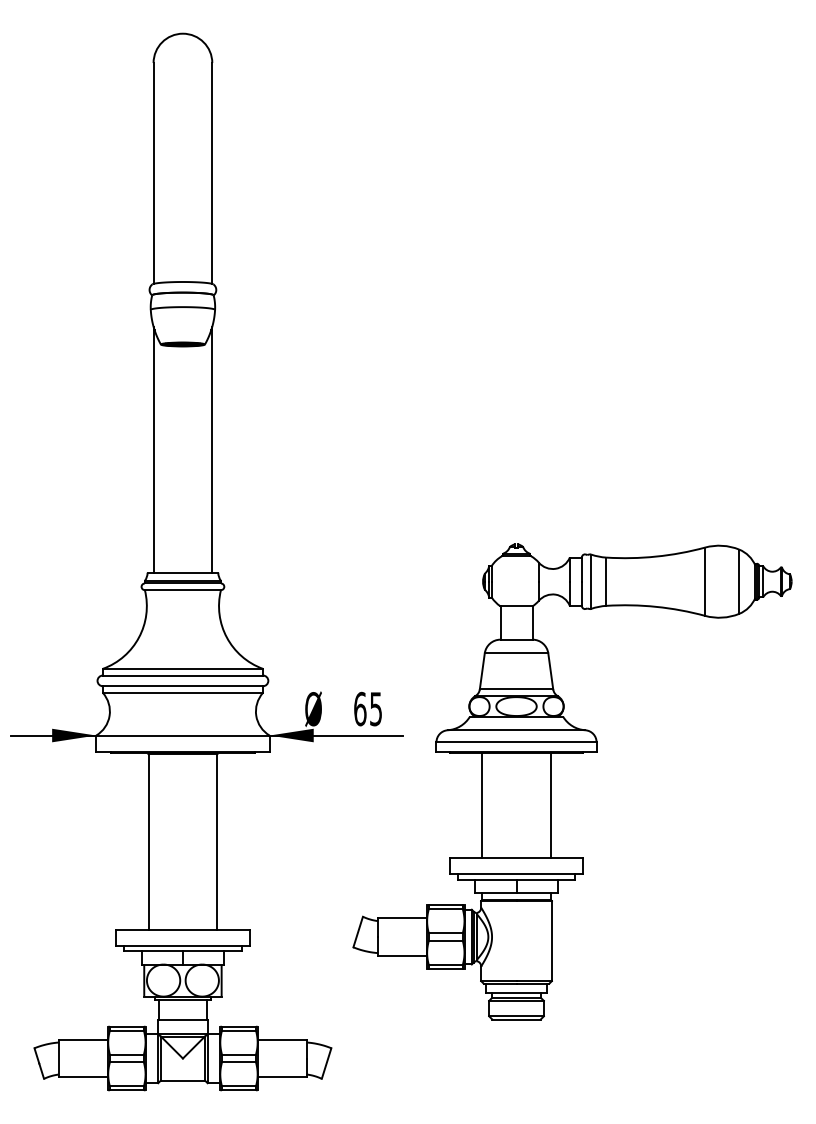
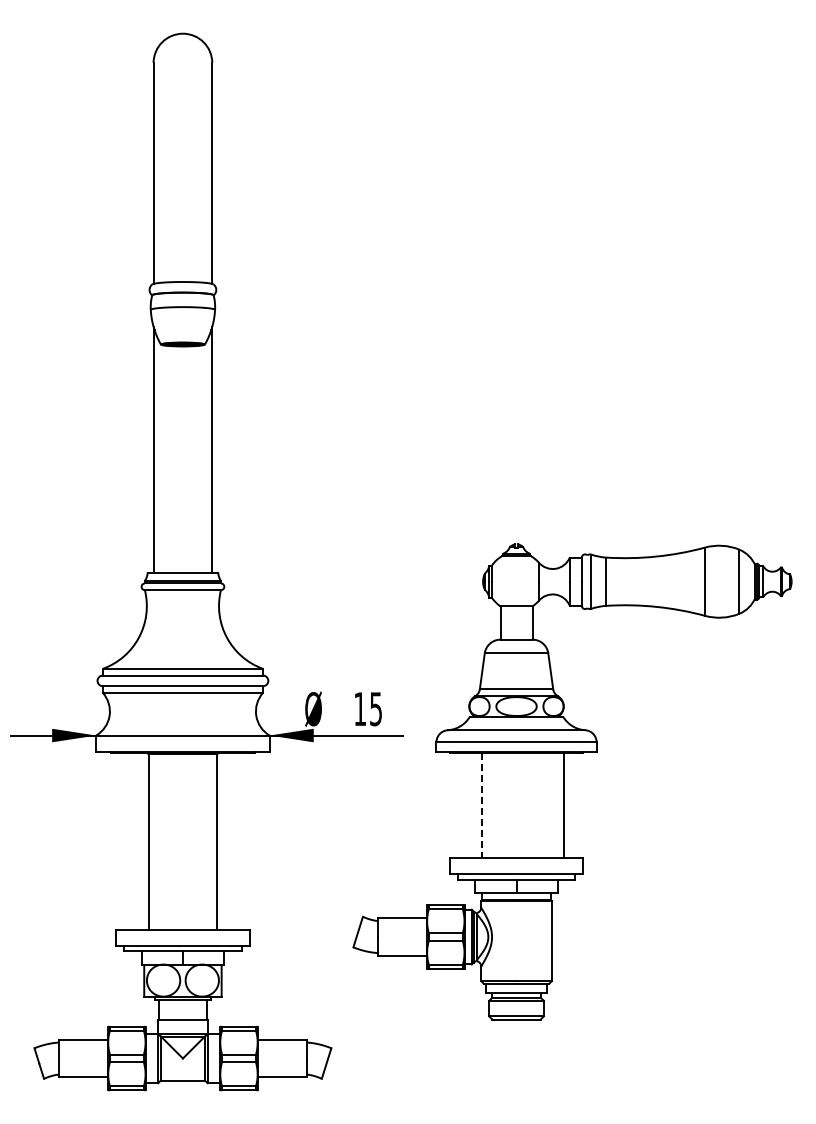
text at (360, 708): 65 -> 15
line at (482, 805): solid -> dashed
line at (550, 805) position: (550, 805) -> (563, 805)
